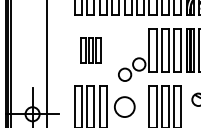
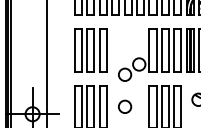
part at (90, 50) size: 22x27 px -> 34x45 px
circle at (124, 106) size: 22x22 px -> 15x15 px
